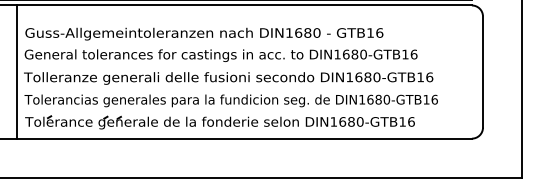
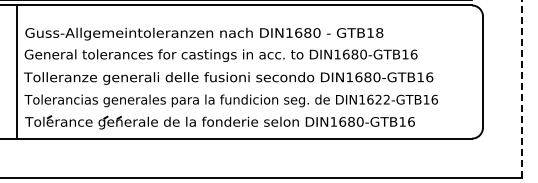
text at (379, 32): GTB16 -> GTB18
line at (521, 88): solid -> dashed
text at (382, 99): DIN1680-GTB16 -> DIN1622-GTB16
